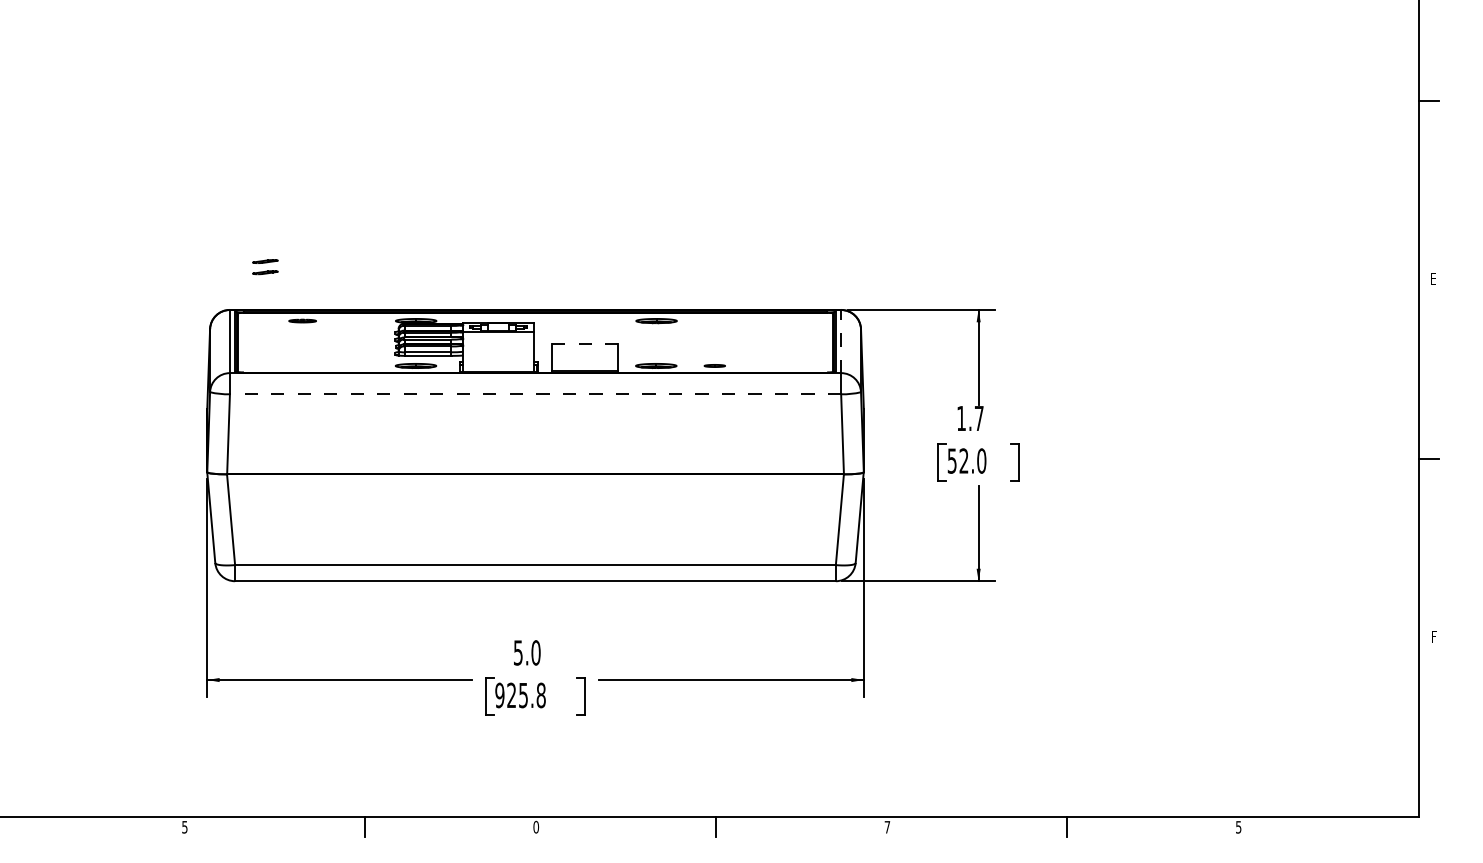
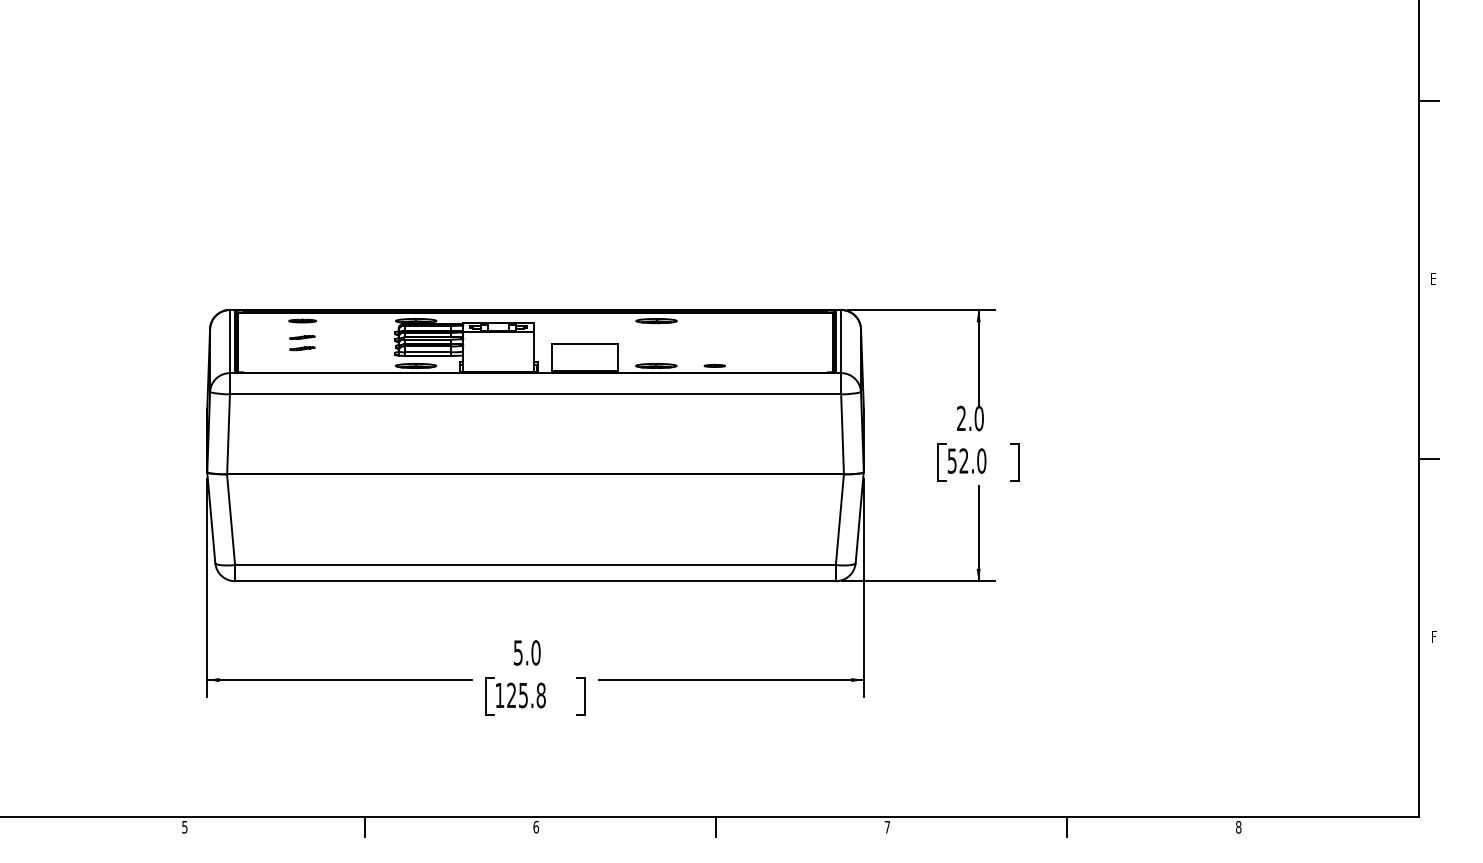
part at (265, 267) position: (265, 267) -> (302, 343)
line at (841, 341): dashed -> solid
line at (584, 343): dashed -> solid
line at (535, 394): dashed -> solid
text at (970, 418): 1.7 -> 2.0
text at (499, 695): 925.8 -> 125.8
text at (536, 826): 0 -> 6
text at (1238, 827): 5 -> 8
